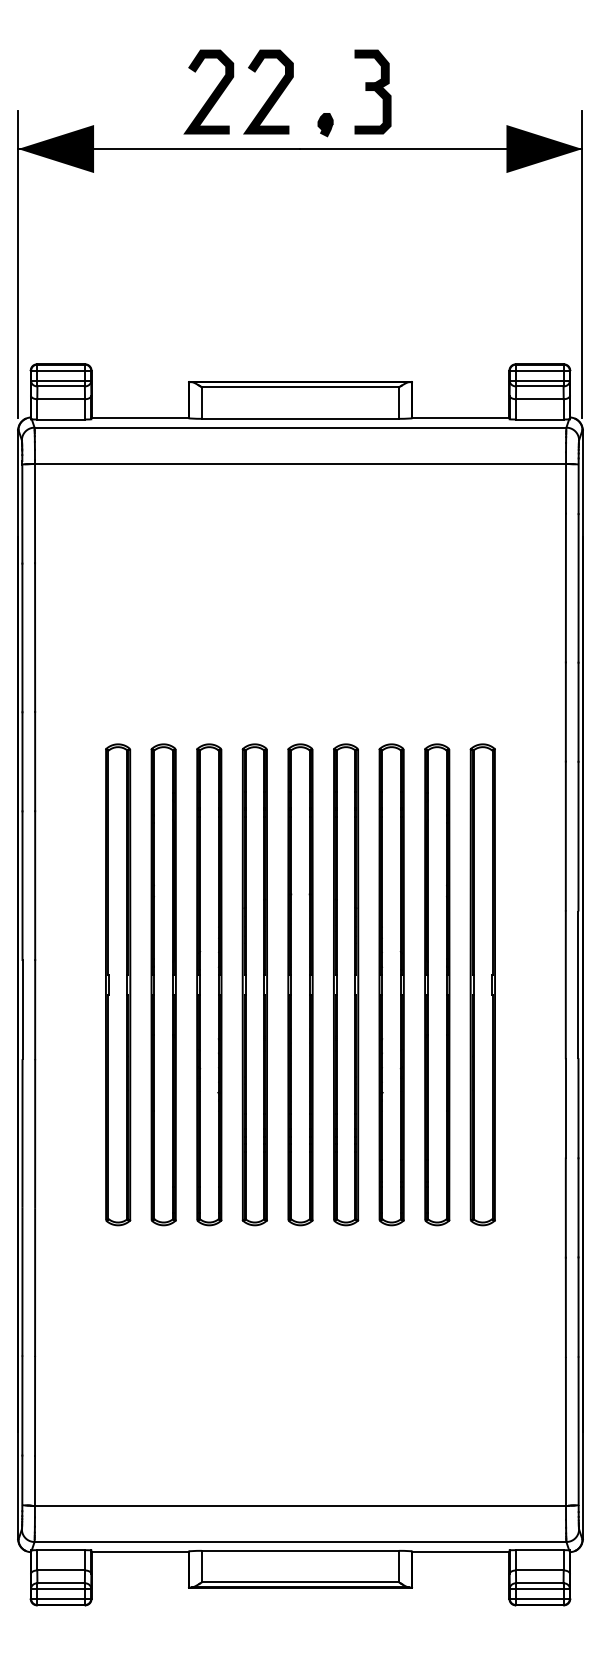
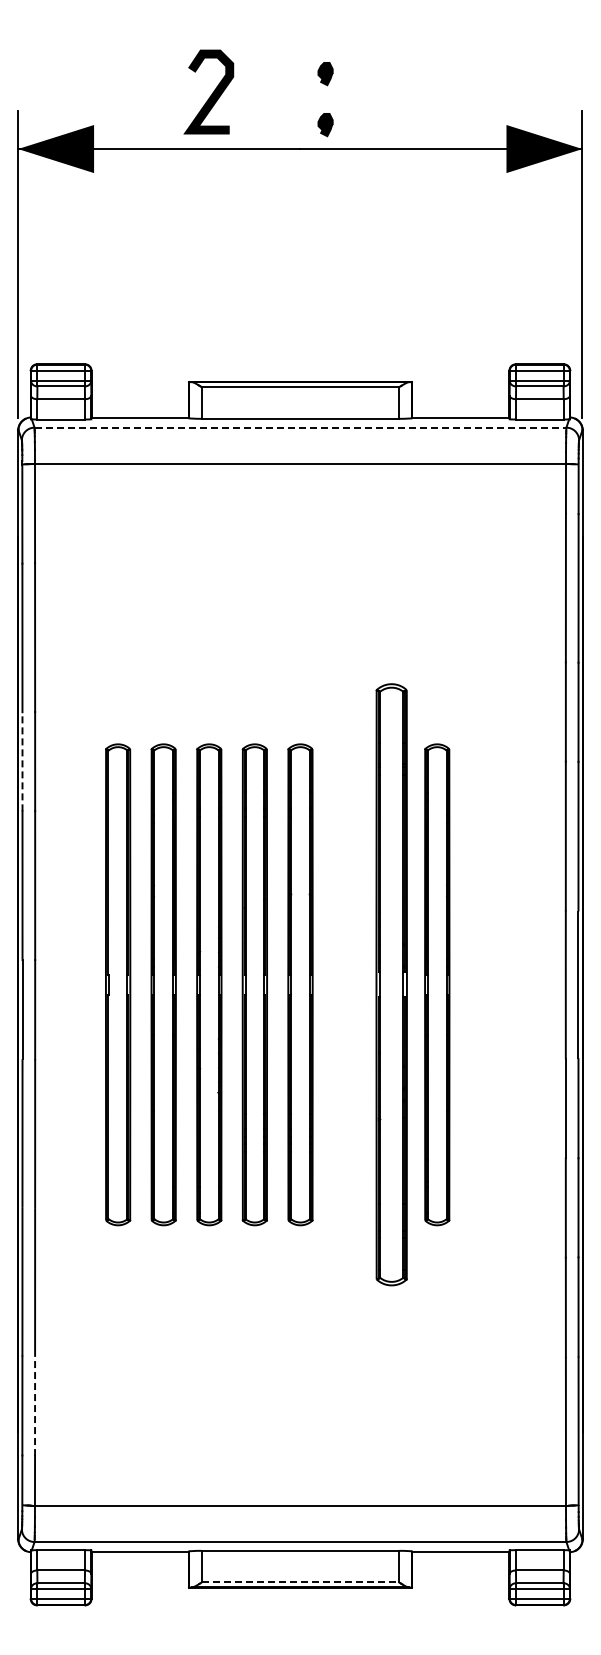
part at (325, 74): none -> present
part at (372, 91): present -> none
curve at (271, 93): present -> none
line at (300, 427): solid -> dashed
line at (22, 761): solid -> dashed
part at (346, 984): present -> none
part at (391, 984) size: 27x484 px -> 33x604 px
part at (482, 984): present -> none
line at (35, 1406): solid -> dashed
line at (300, 1582): solid -> dashed
